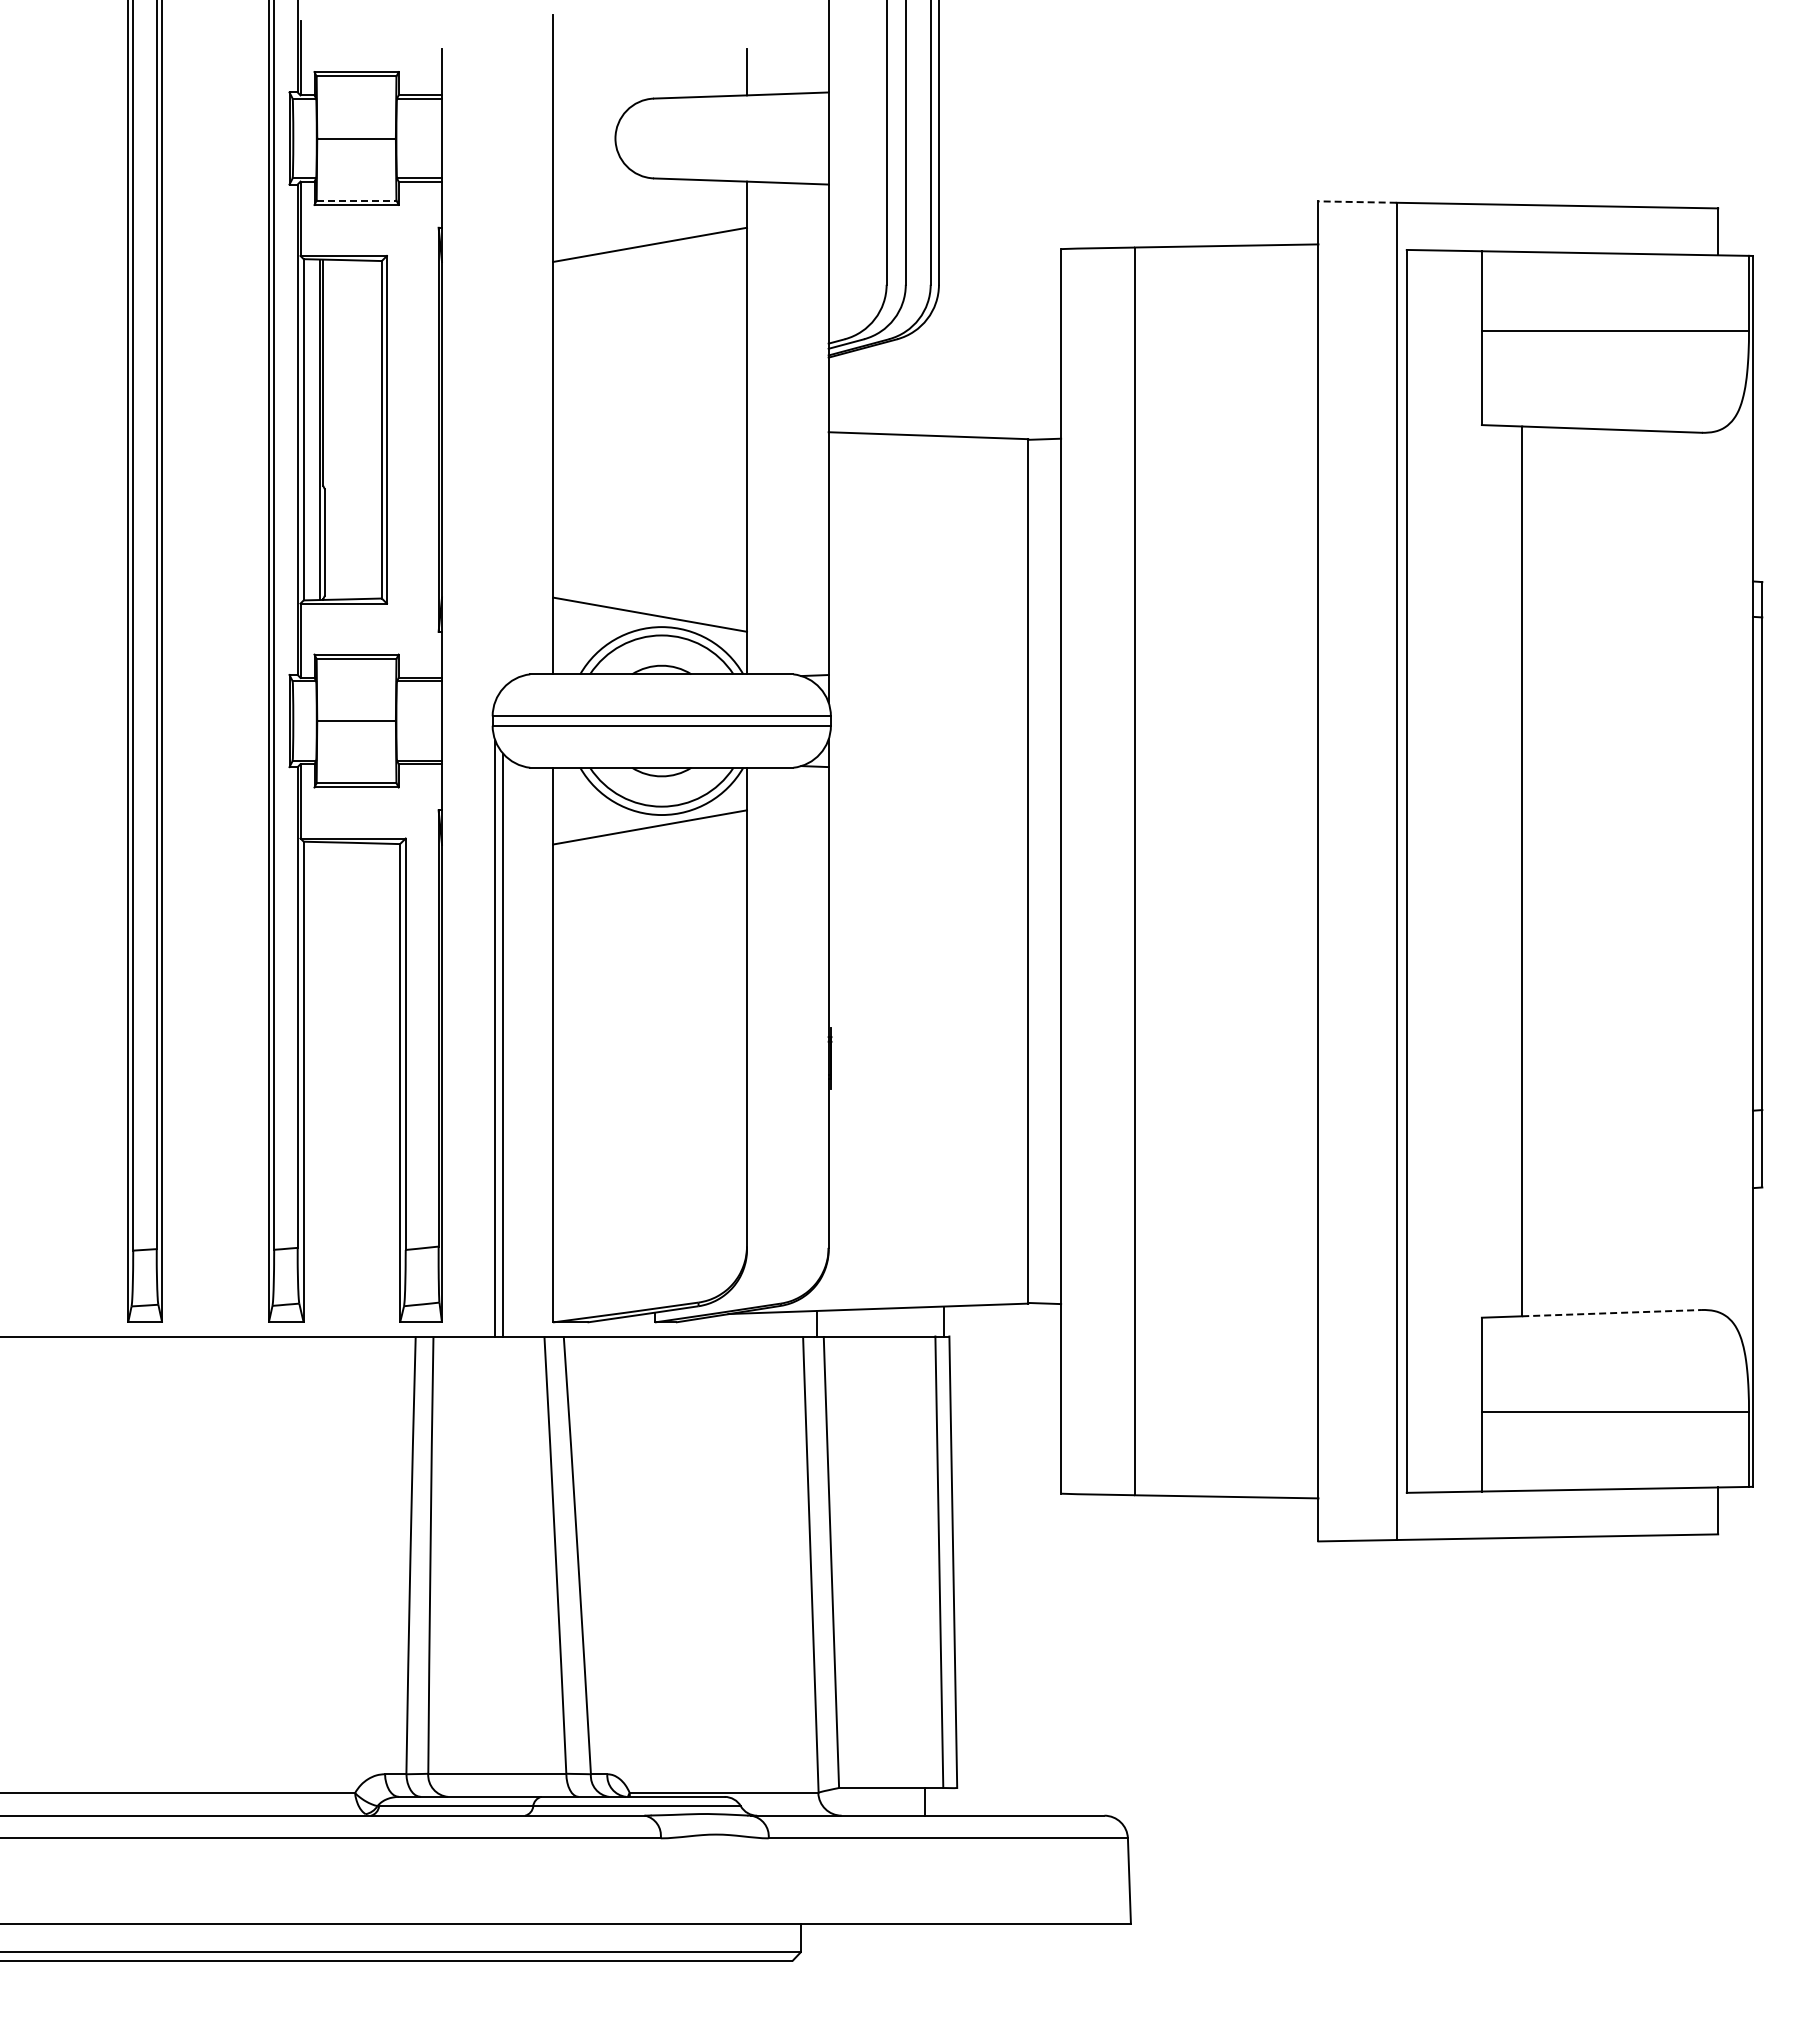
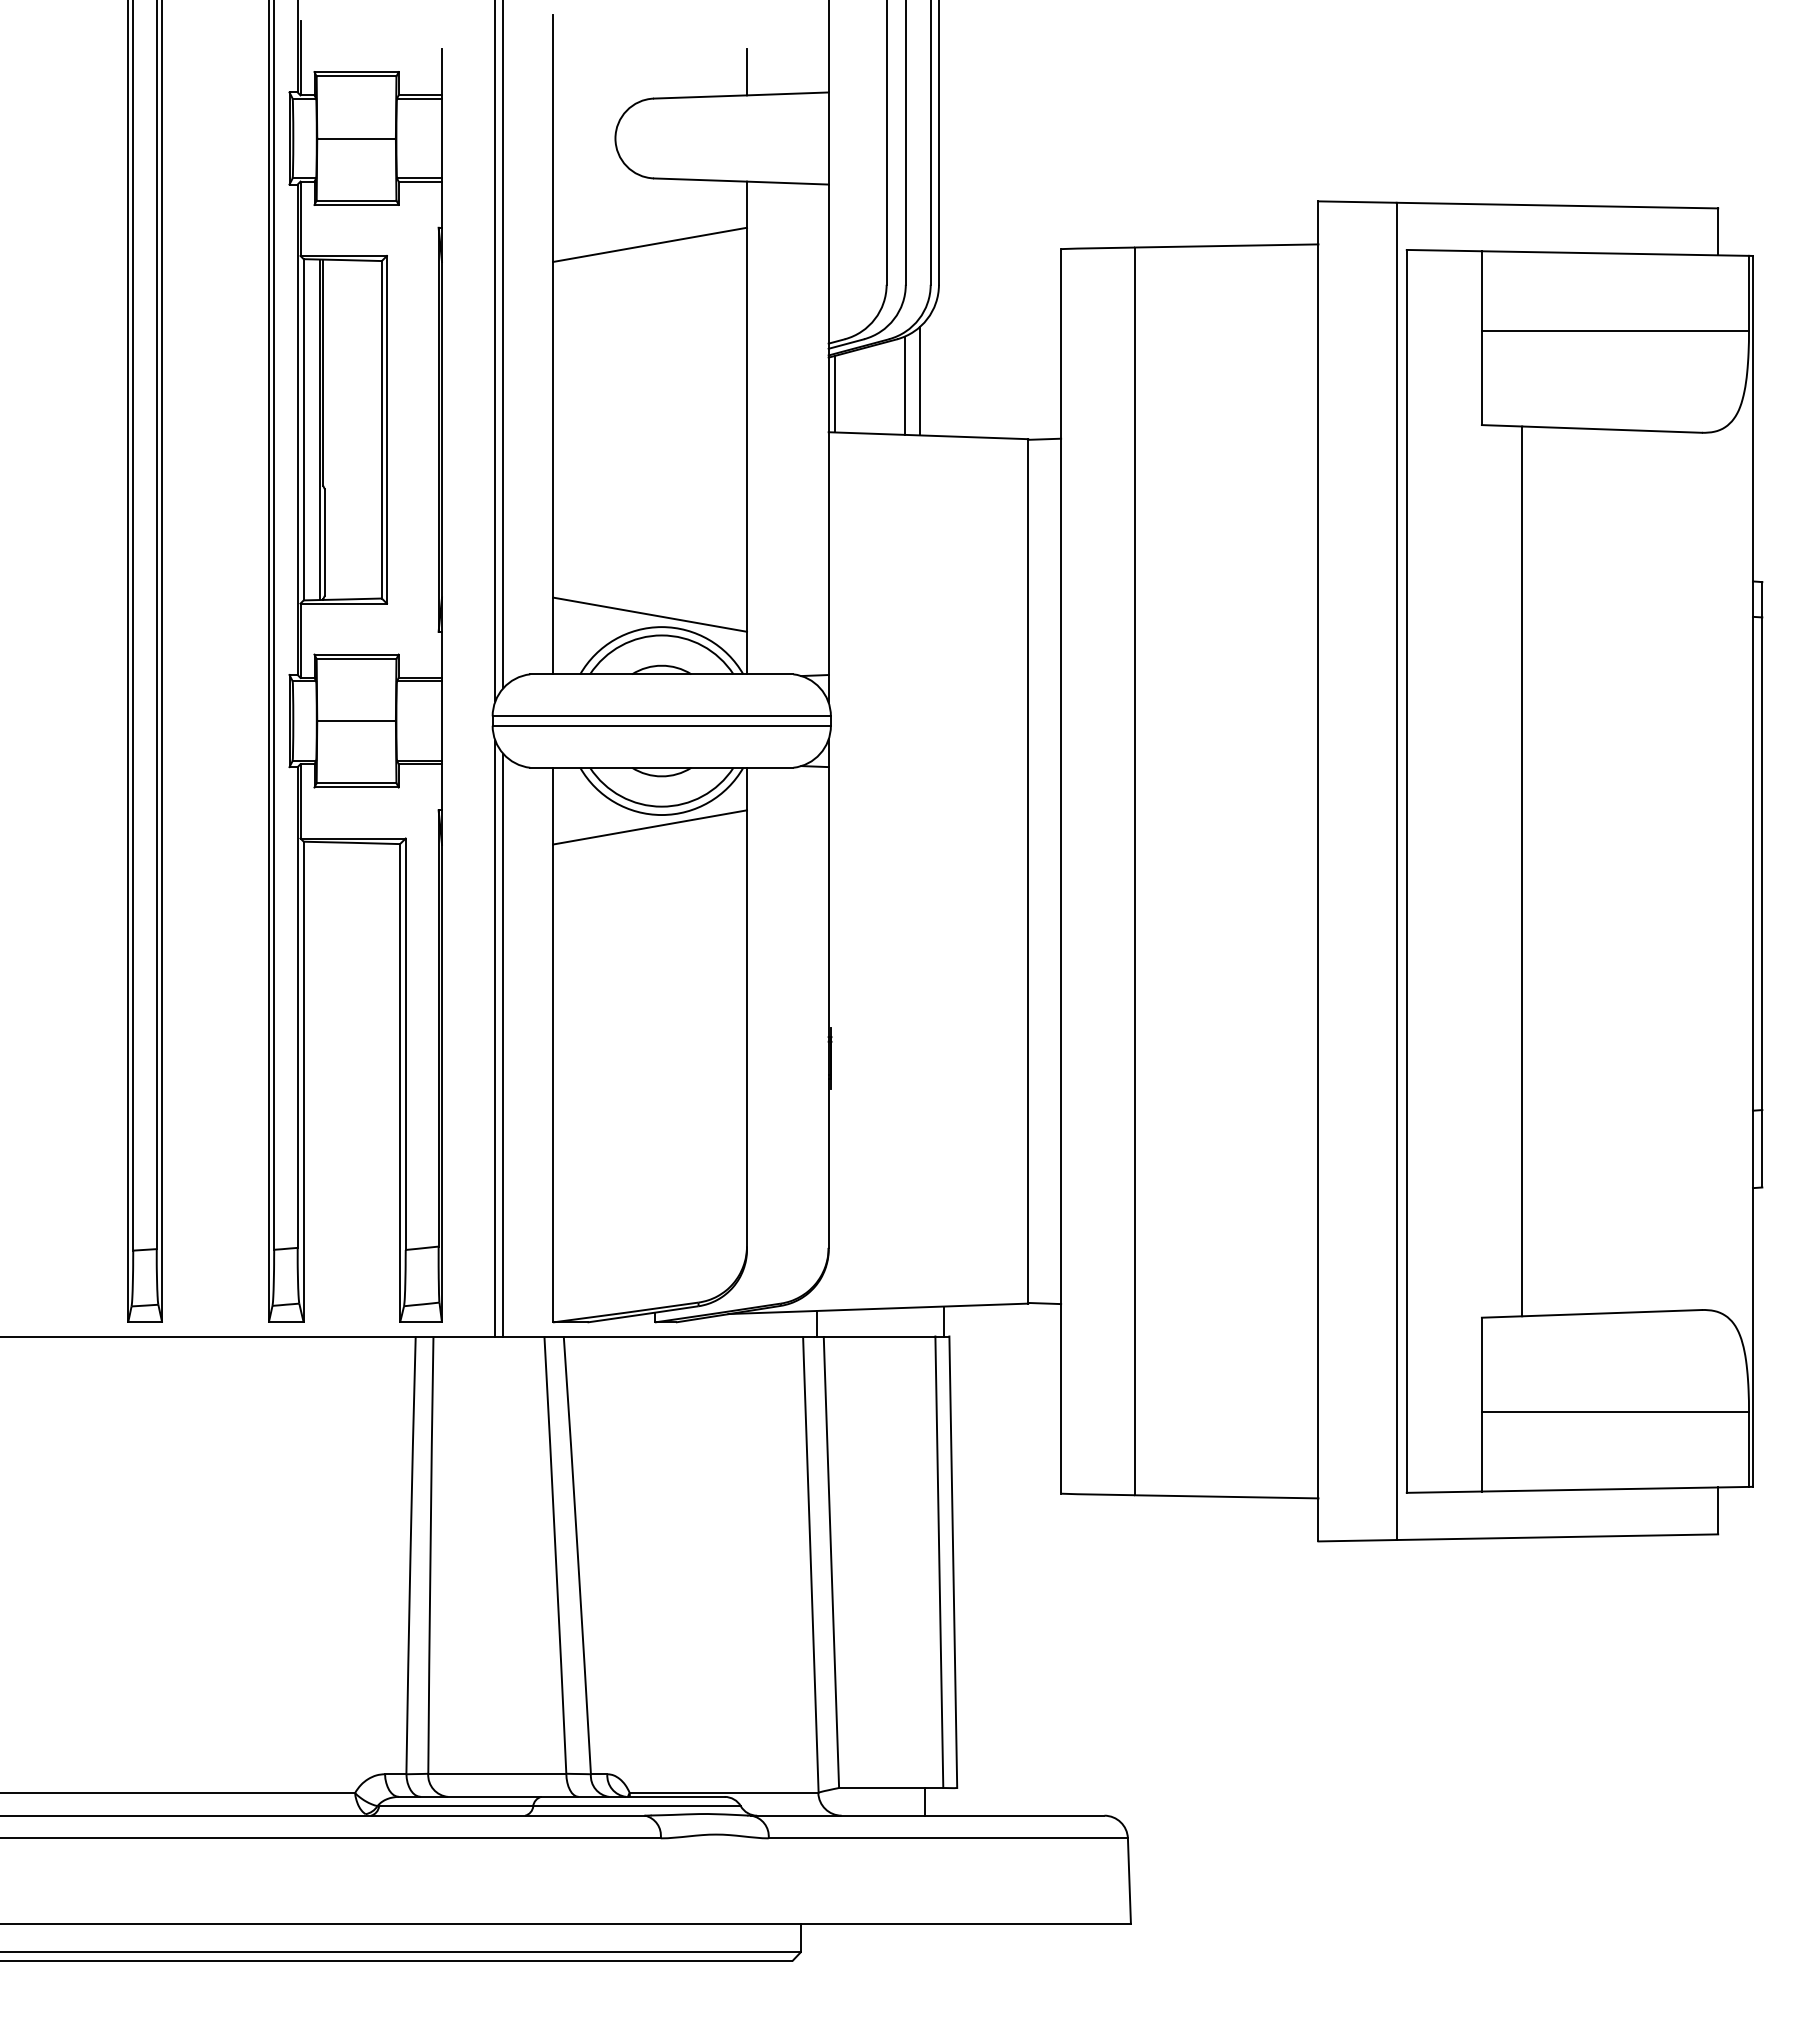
line at (356, 200): dashed -> solid
line at (1357, 202): dashed -> solid
line at (503, 345): none -> present
line at (495, 351): none -> present
line at (920, 380): none -> present
line at (904, 385): none -> present
line at (834, 394): none -> present
line at (1612, 1313): dashed -> solid
